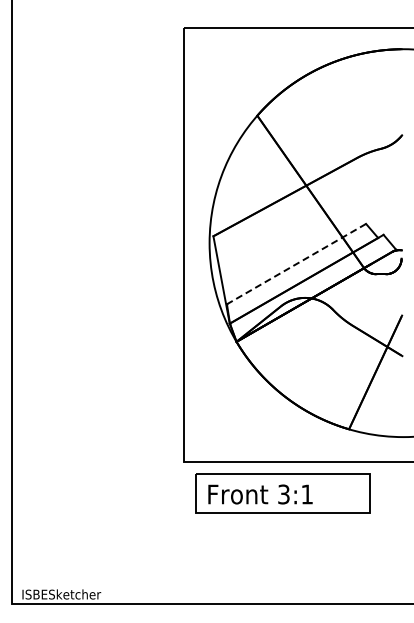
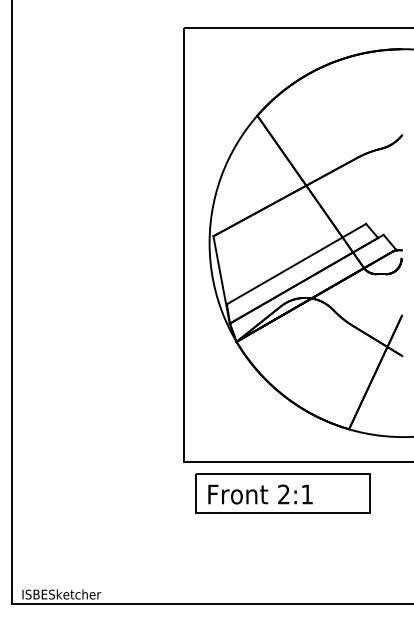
line at (296, 264): dashed -> solid
text at (283, 494): 3:1 -> 2:1
